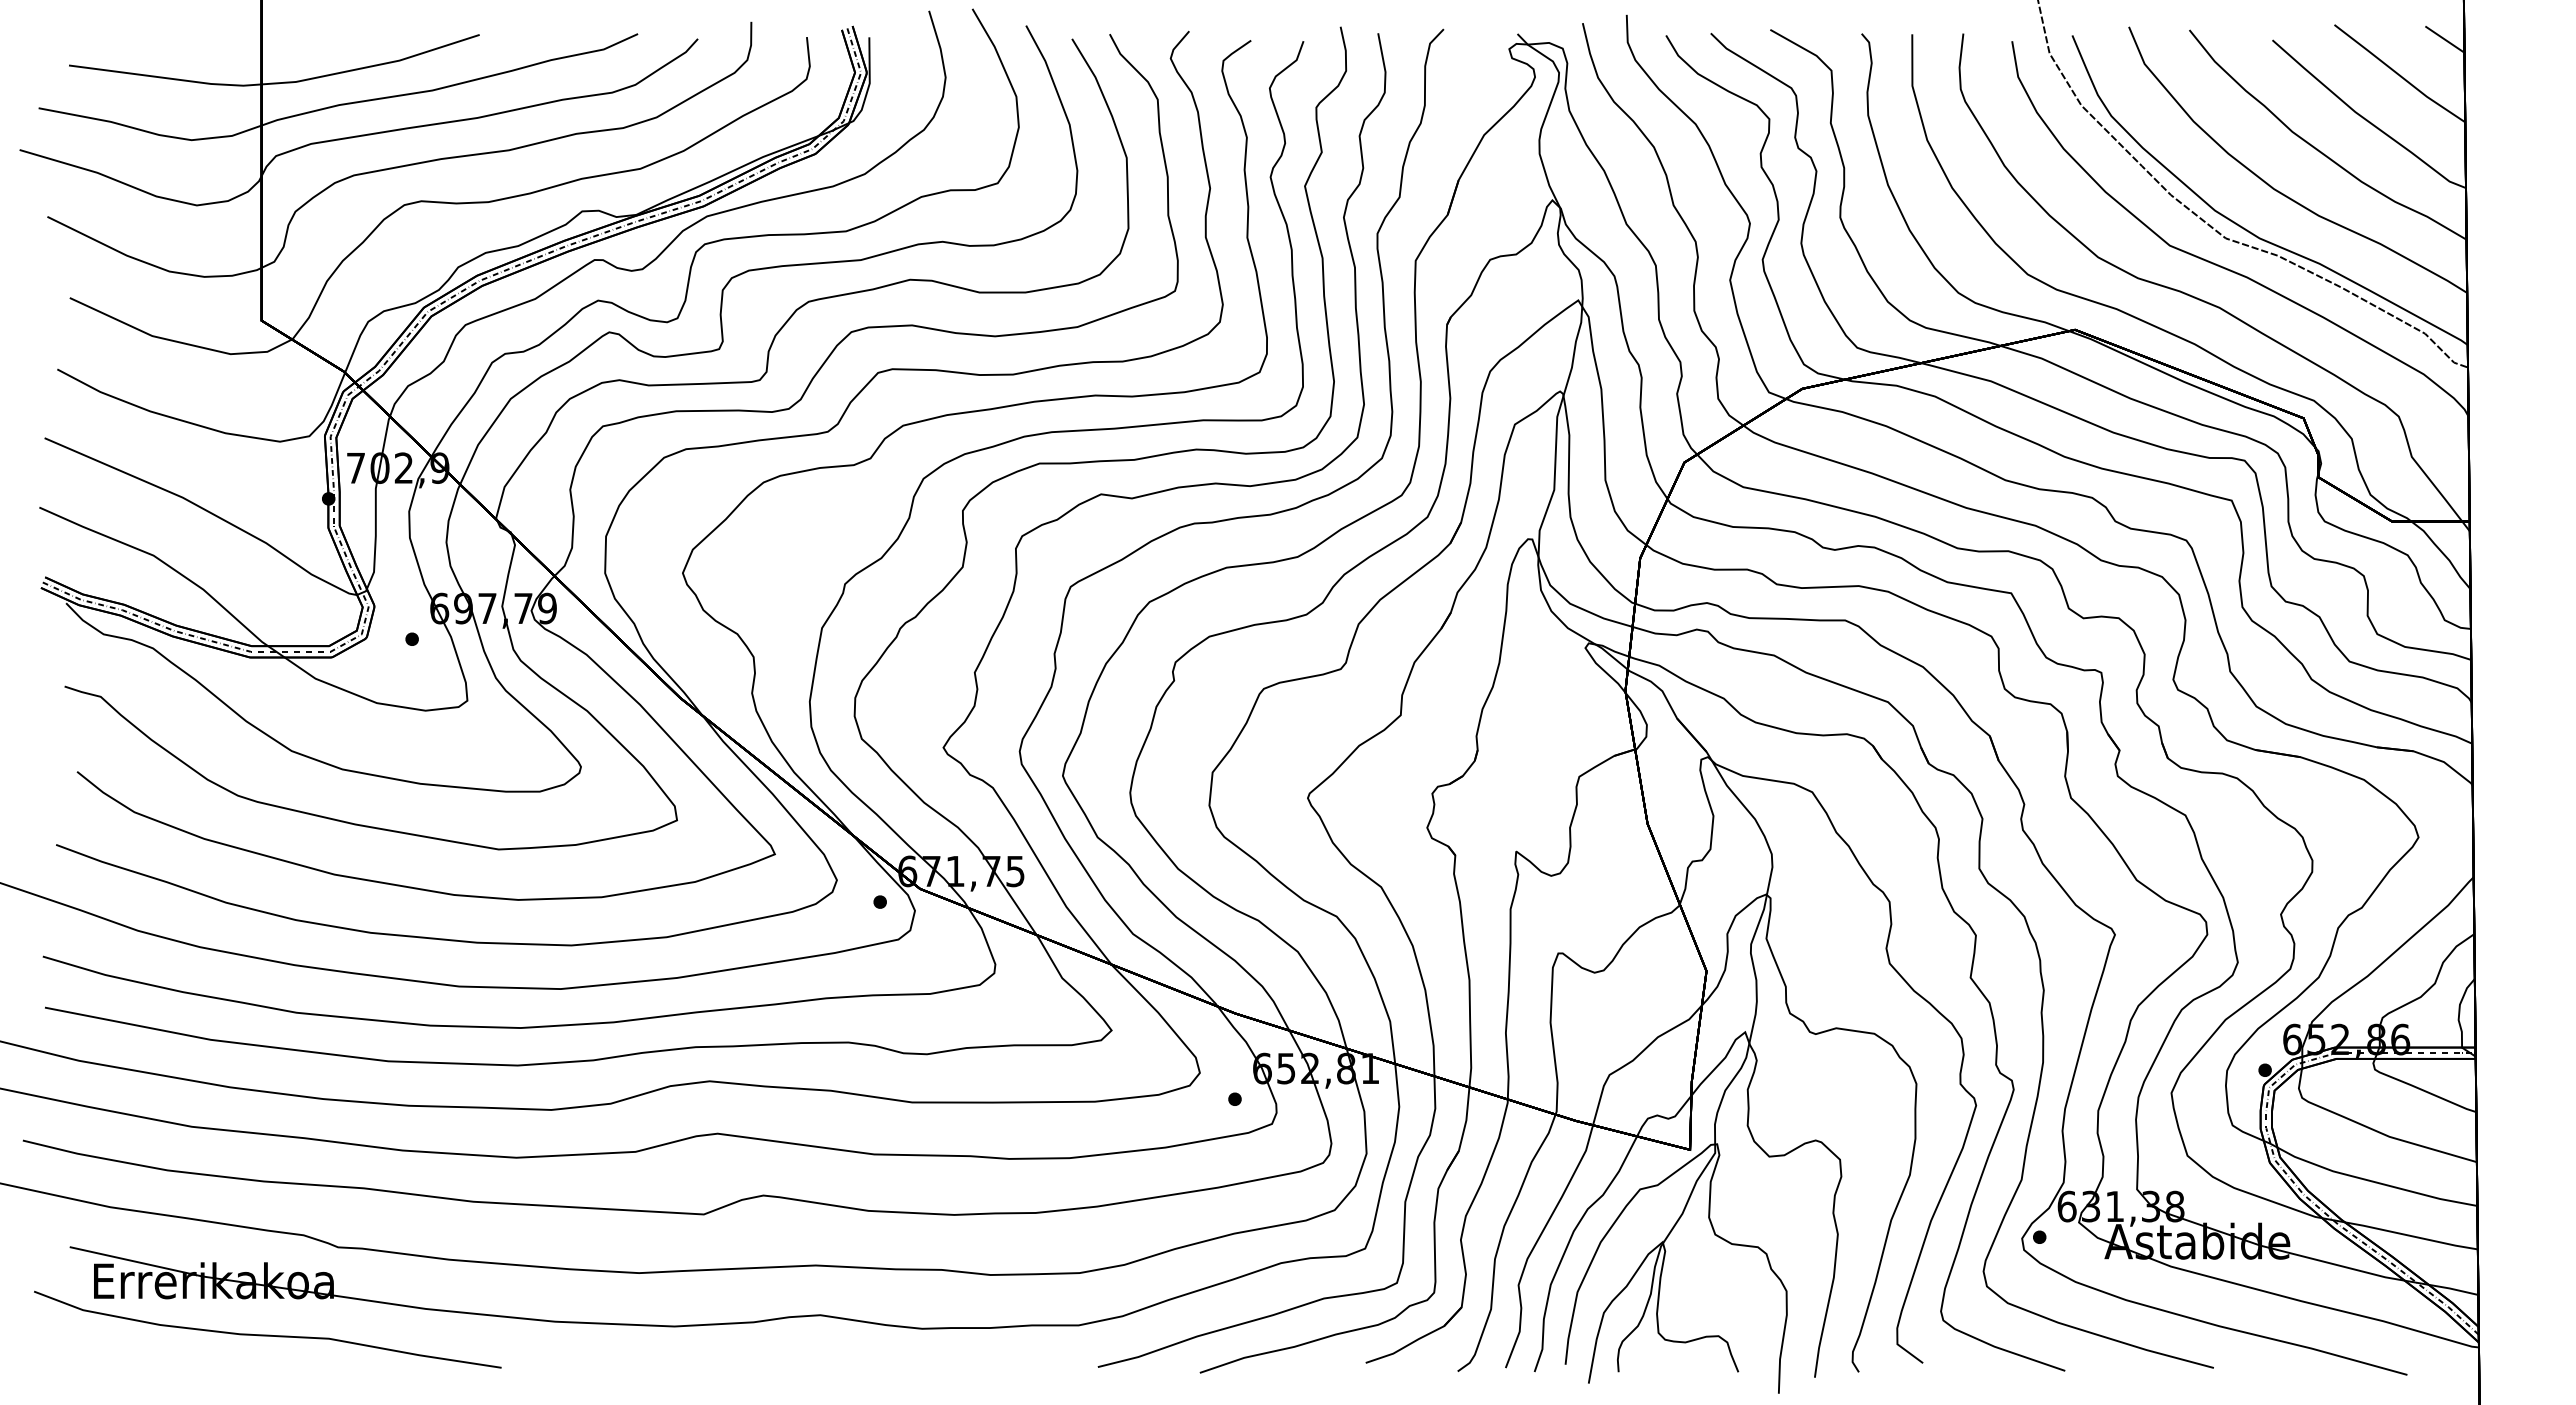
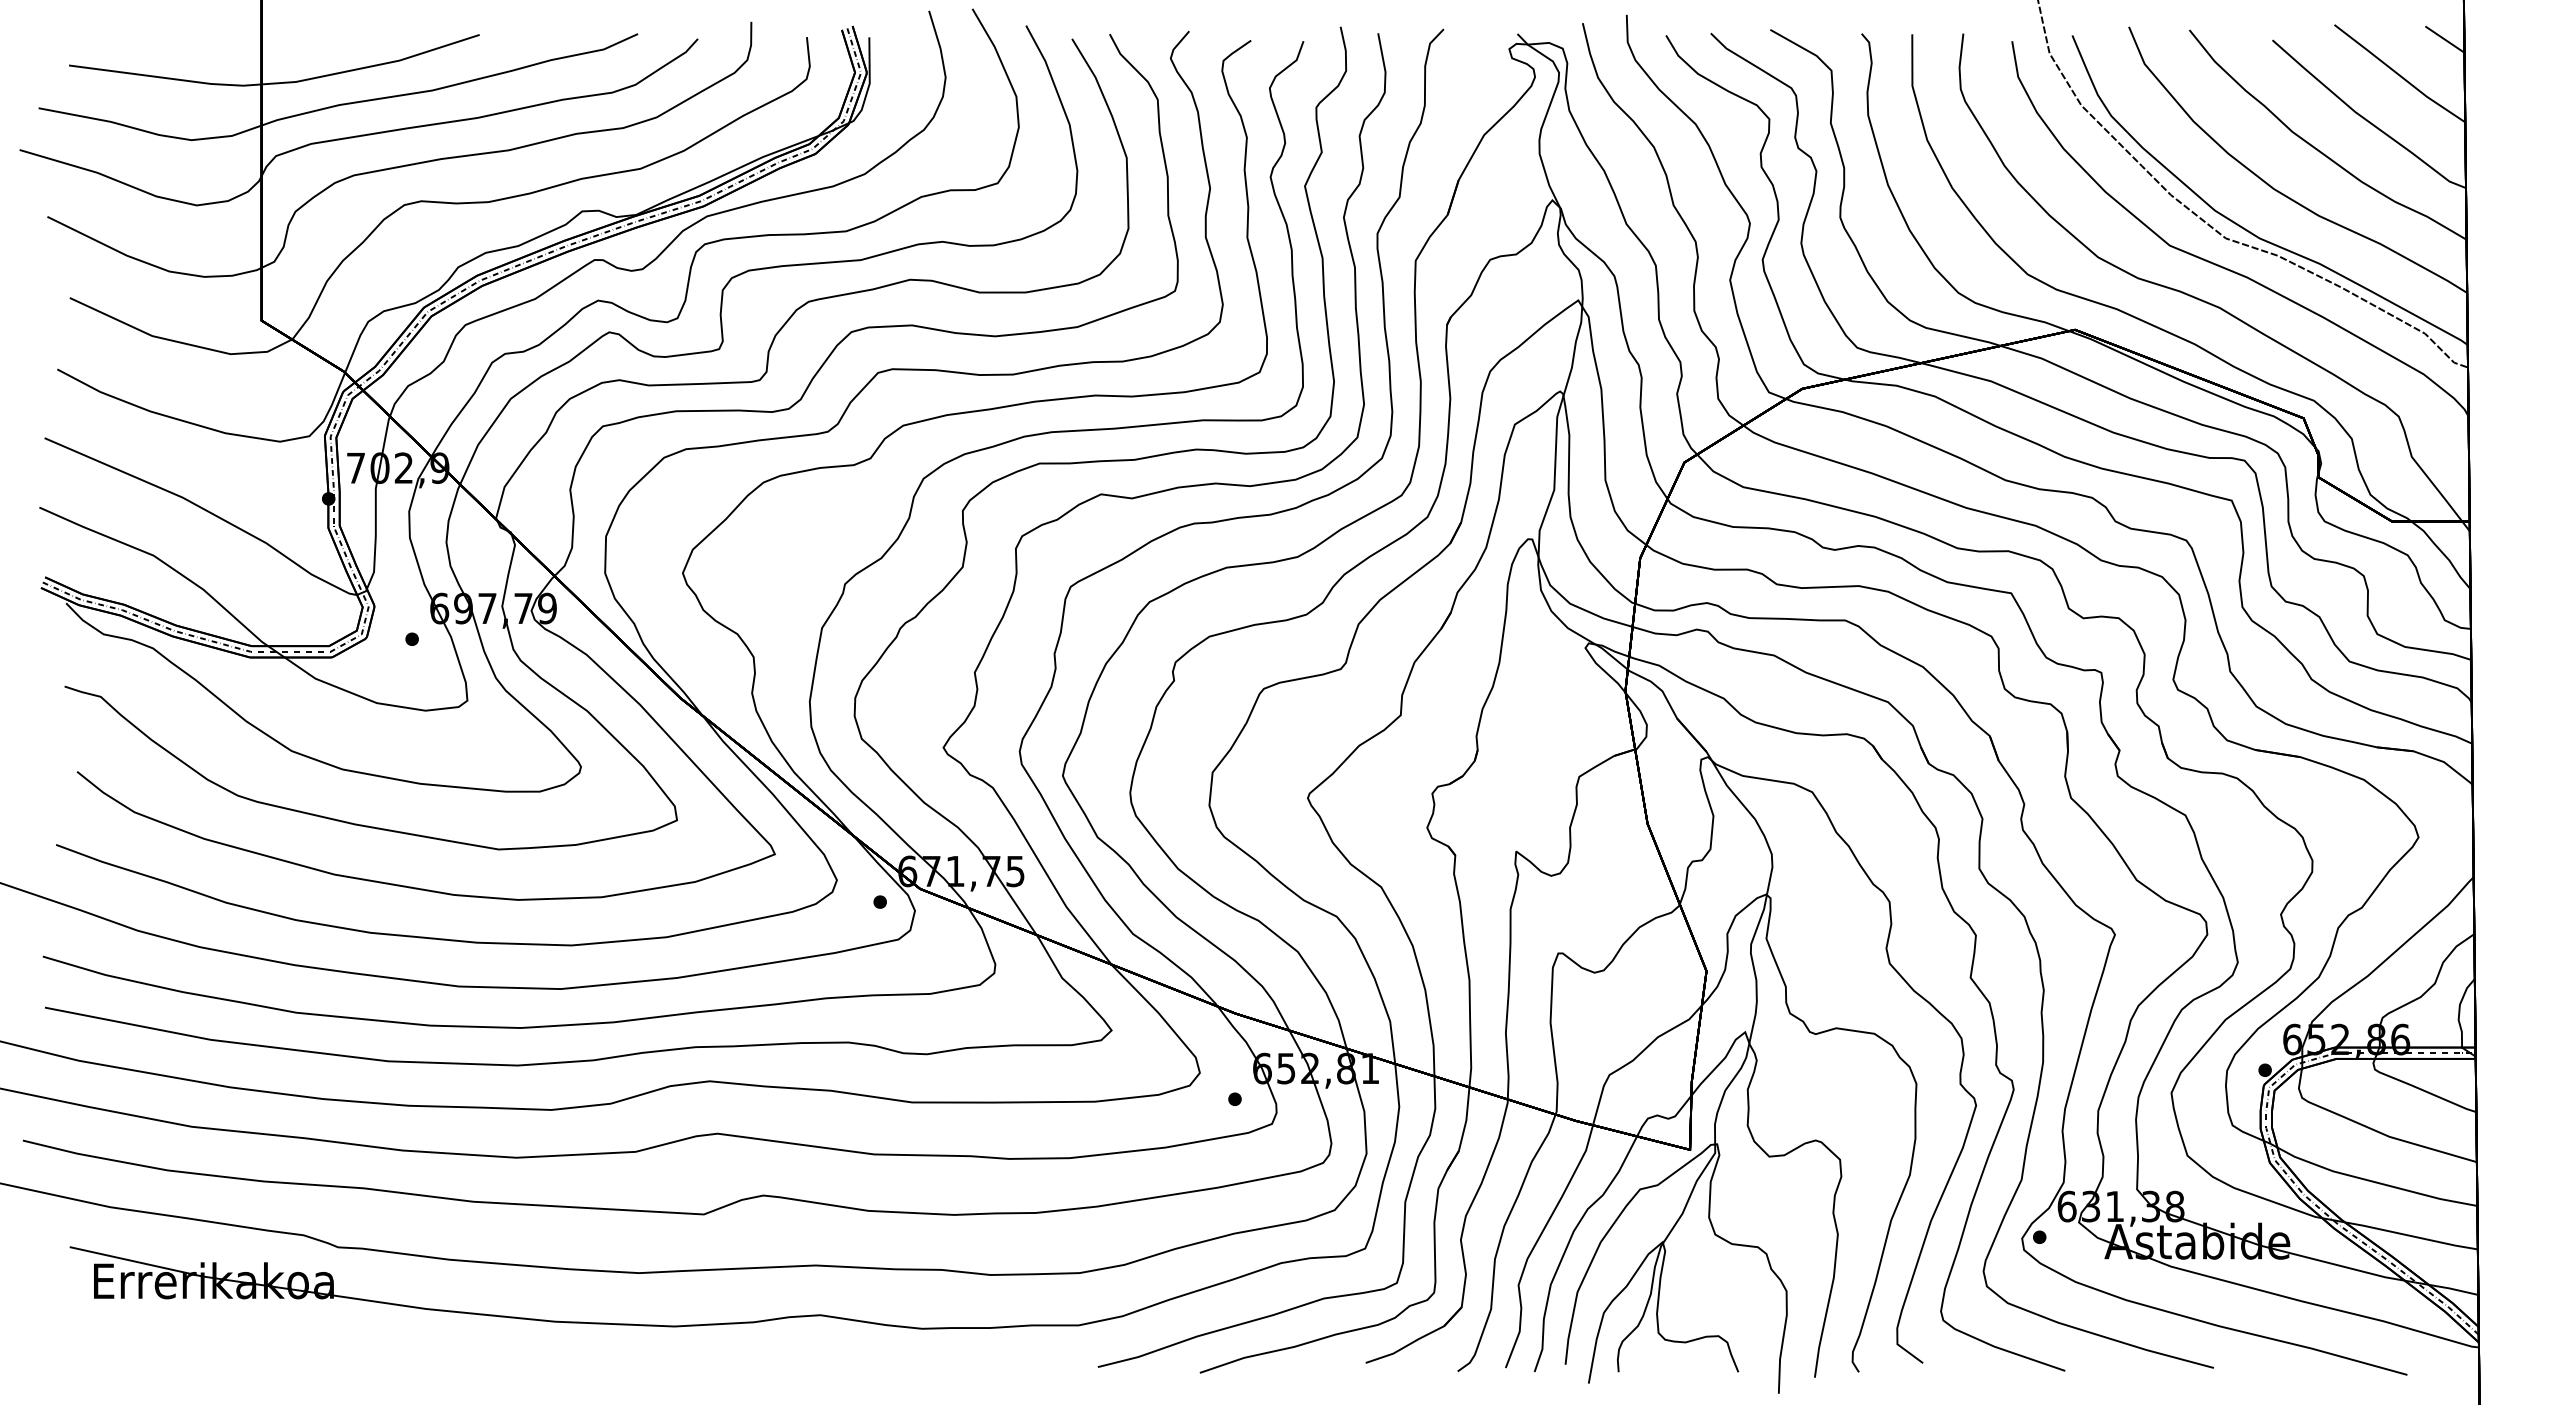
curve at (267, 1334): present -> none
